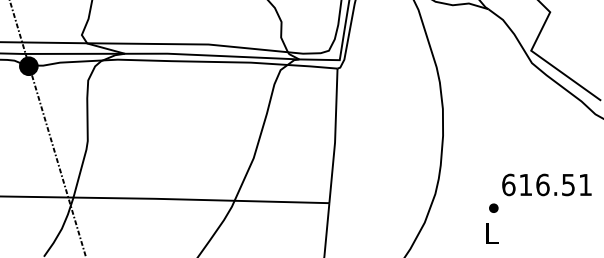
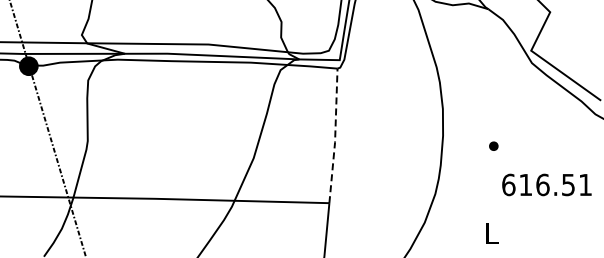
line at (335, 135): solid -> dashed
part at (493, 207) position: (493, 207) -> (493, 145)
